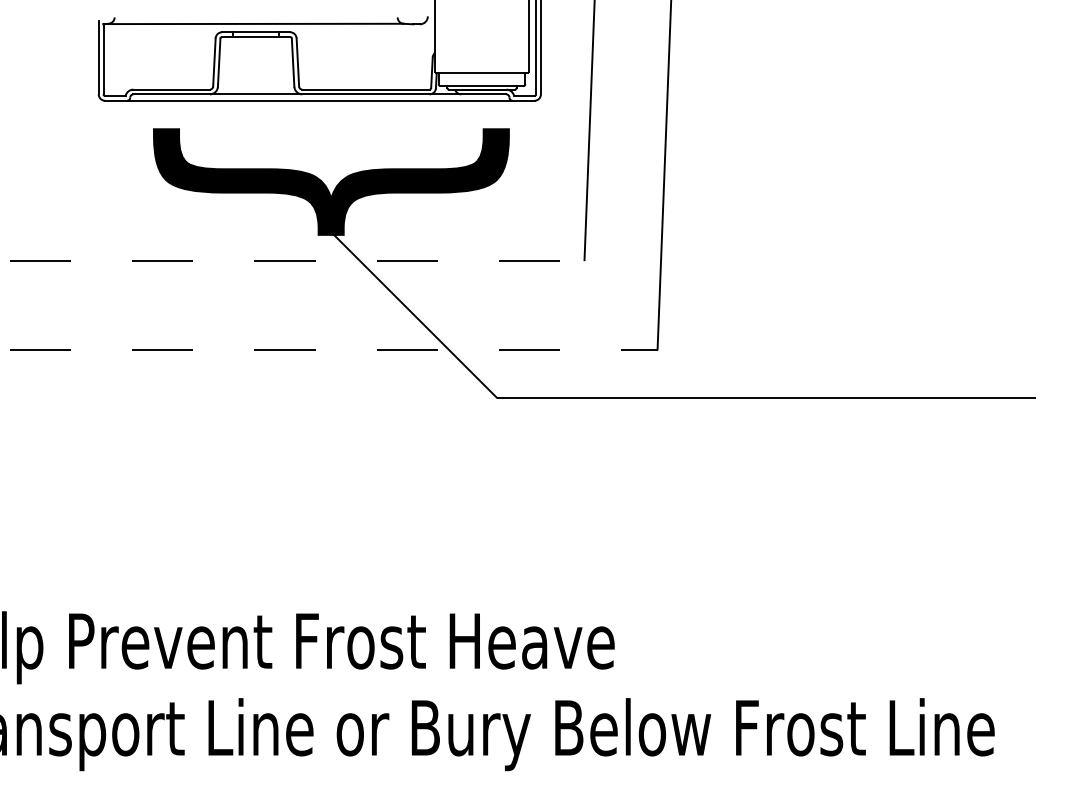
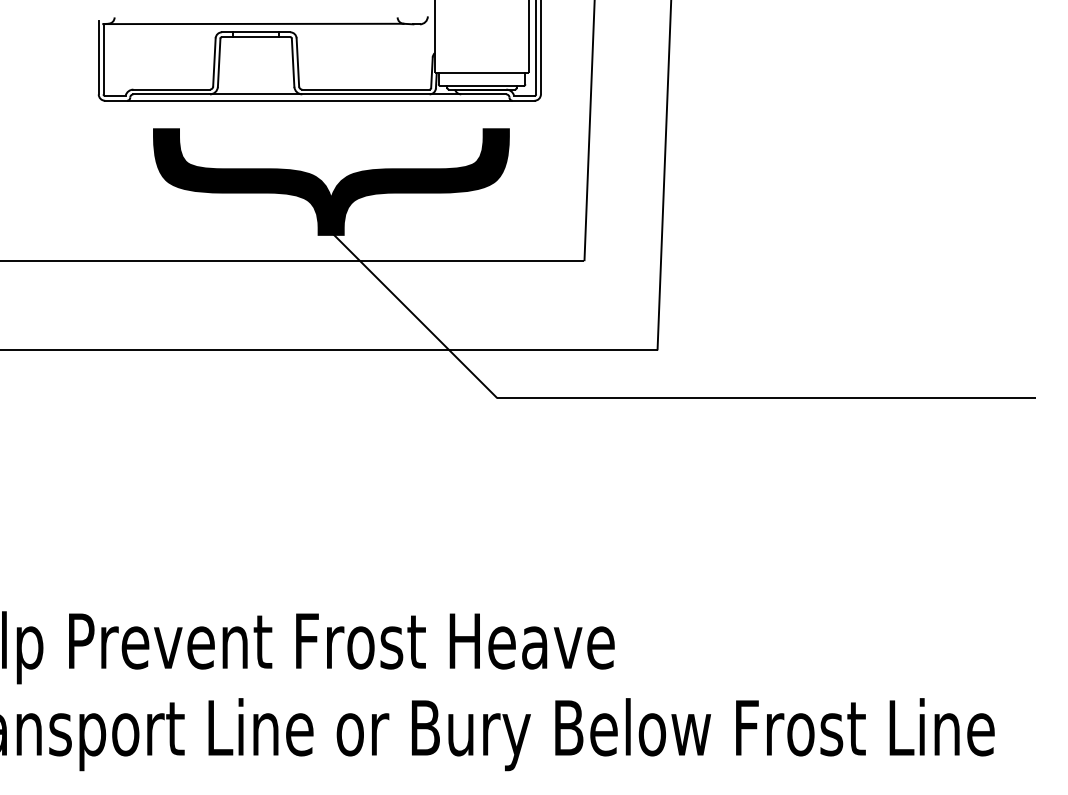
line at (292, 261): dashed -> solid
line at (329, 350): dashed -> solid
